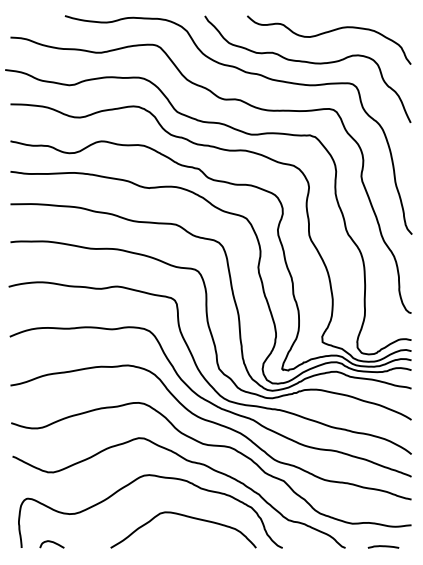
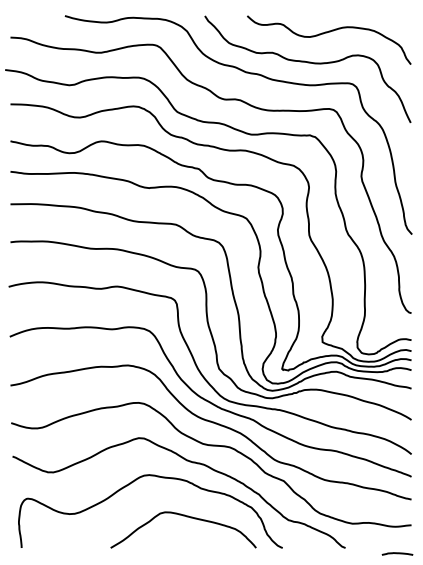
curve at (51, 542): present -> none
line at (383, 546) position: (383, 546) -> (397, 553)
